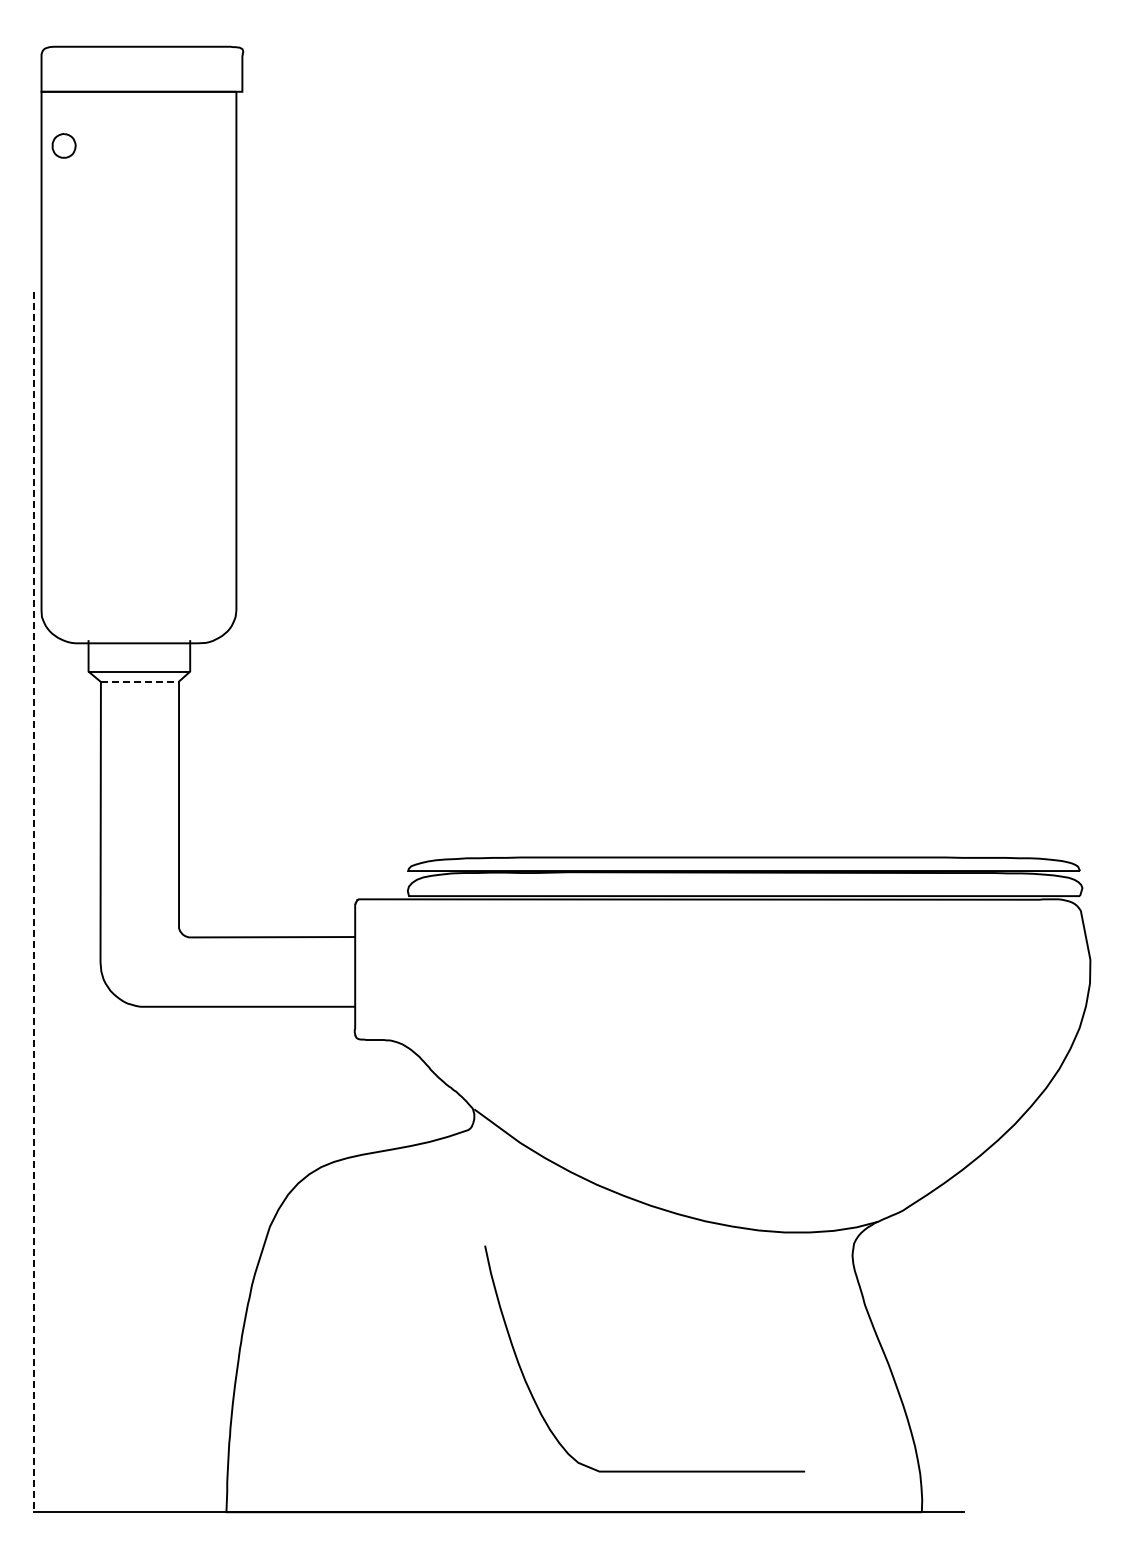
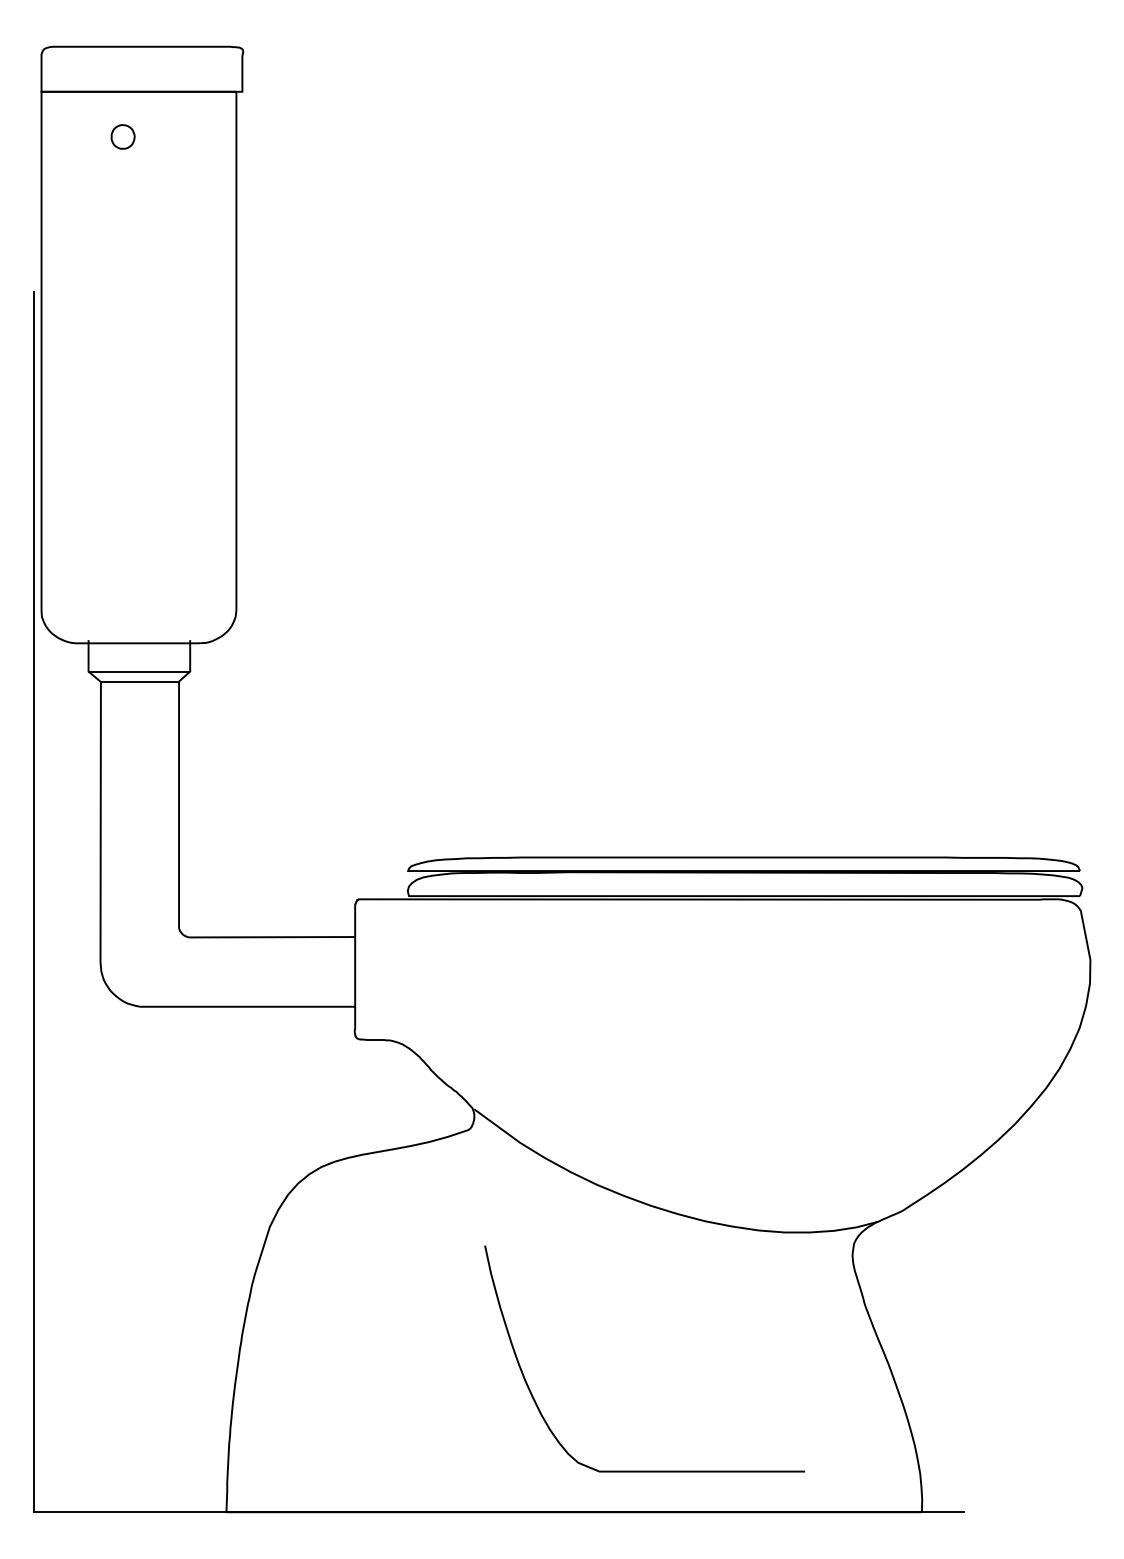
part at (63, 145) position: (63, 145) -> (122, 136)
line at (140, 681): dashed -> solid
line at (33, 902): dashed -> solid
